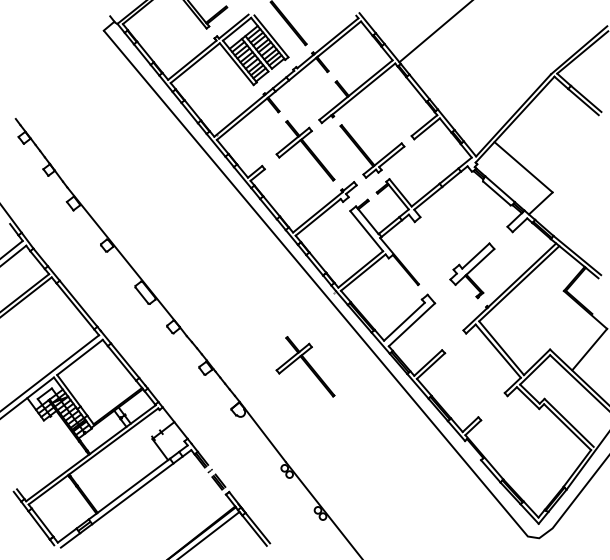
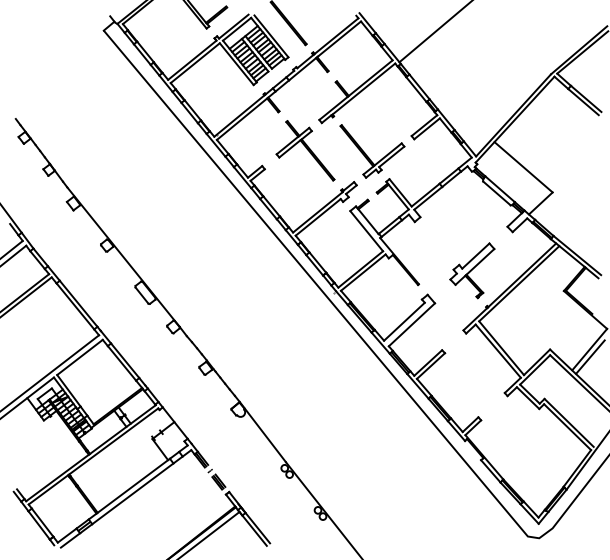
line at (590, 356): none -> present
part at (305, 366): present -> none
